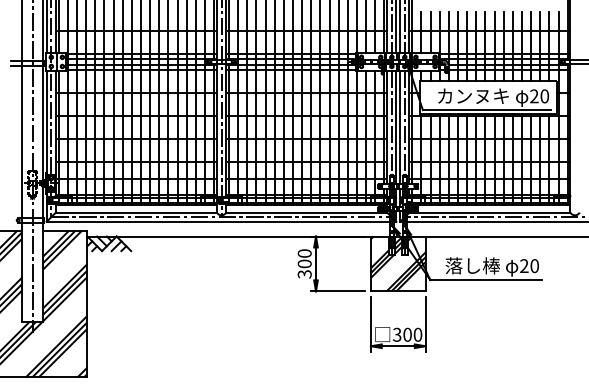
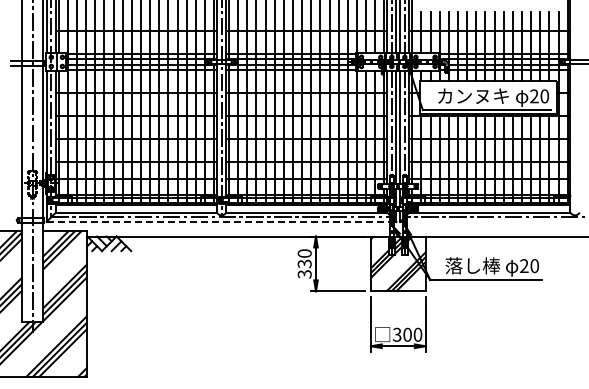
line at (218, 221): solid -> dashed
line at (495, 221): present -> none
text at (304, 263): 300 -> 330
